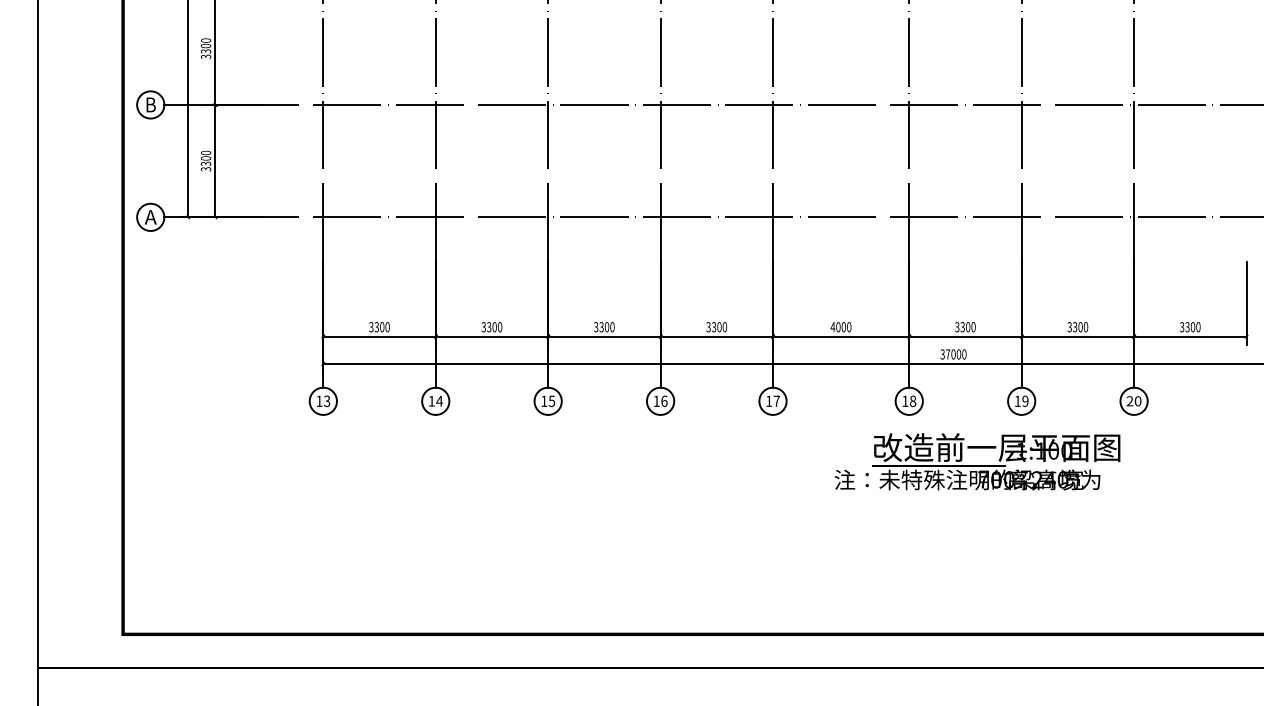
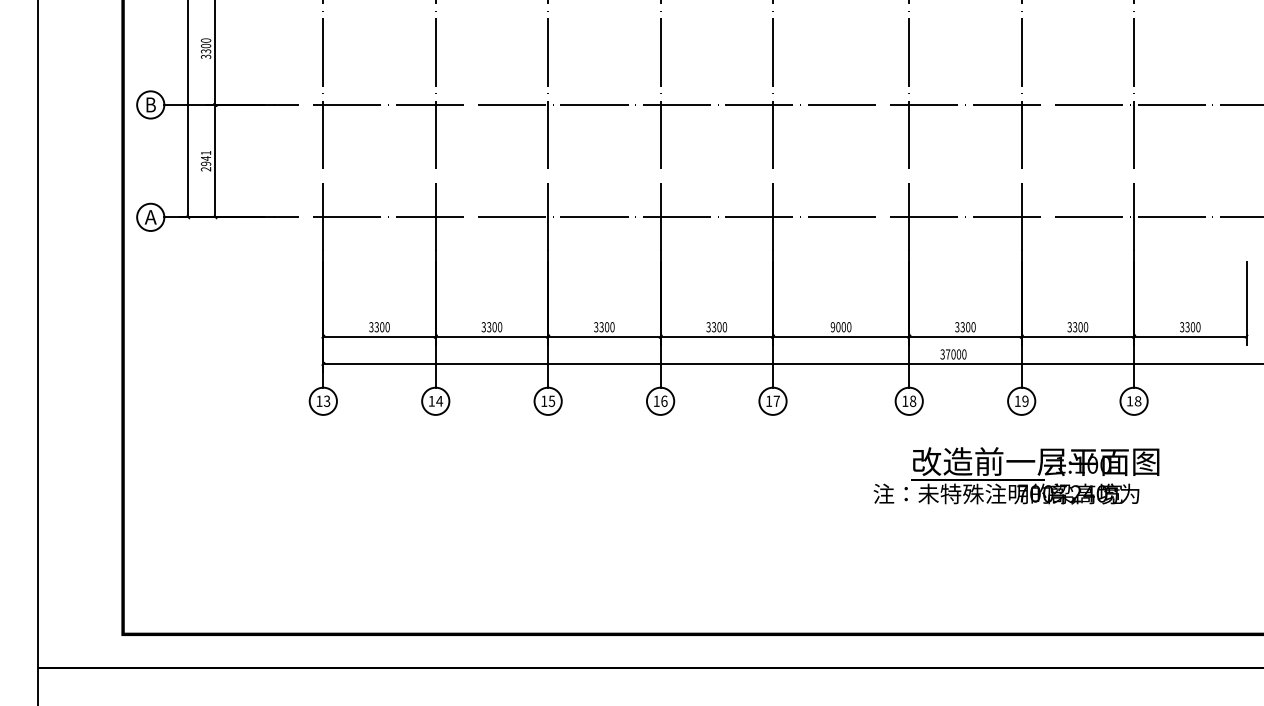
text at (205, 160): 3300 -> 2941
text at (832, 327): 4000 -> 9000
text at (1133, 401): 20 -> 18
text at (977, 461) position: (977, 461) -> (1016, 475)
